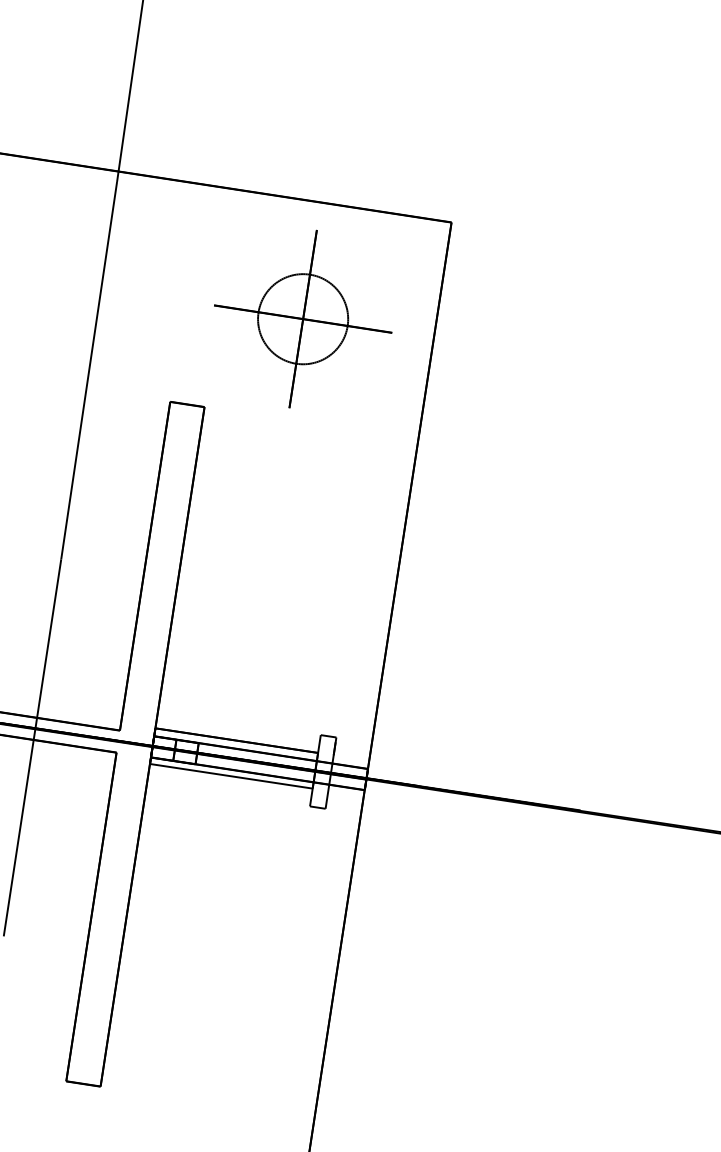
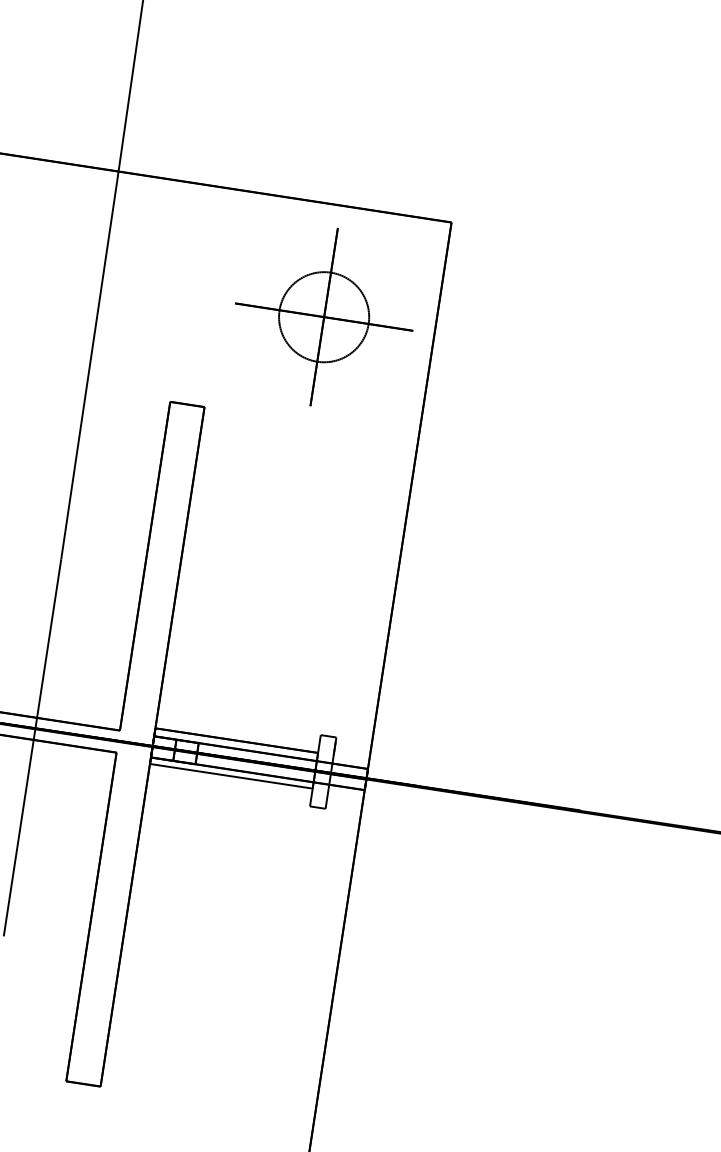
part at (303, 318) position: (303, 318) -> (324, 316)
